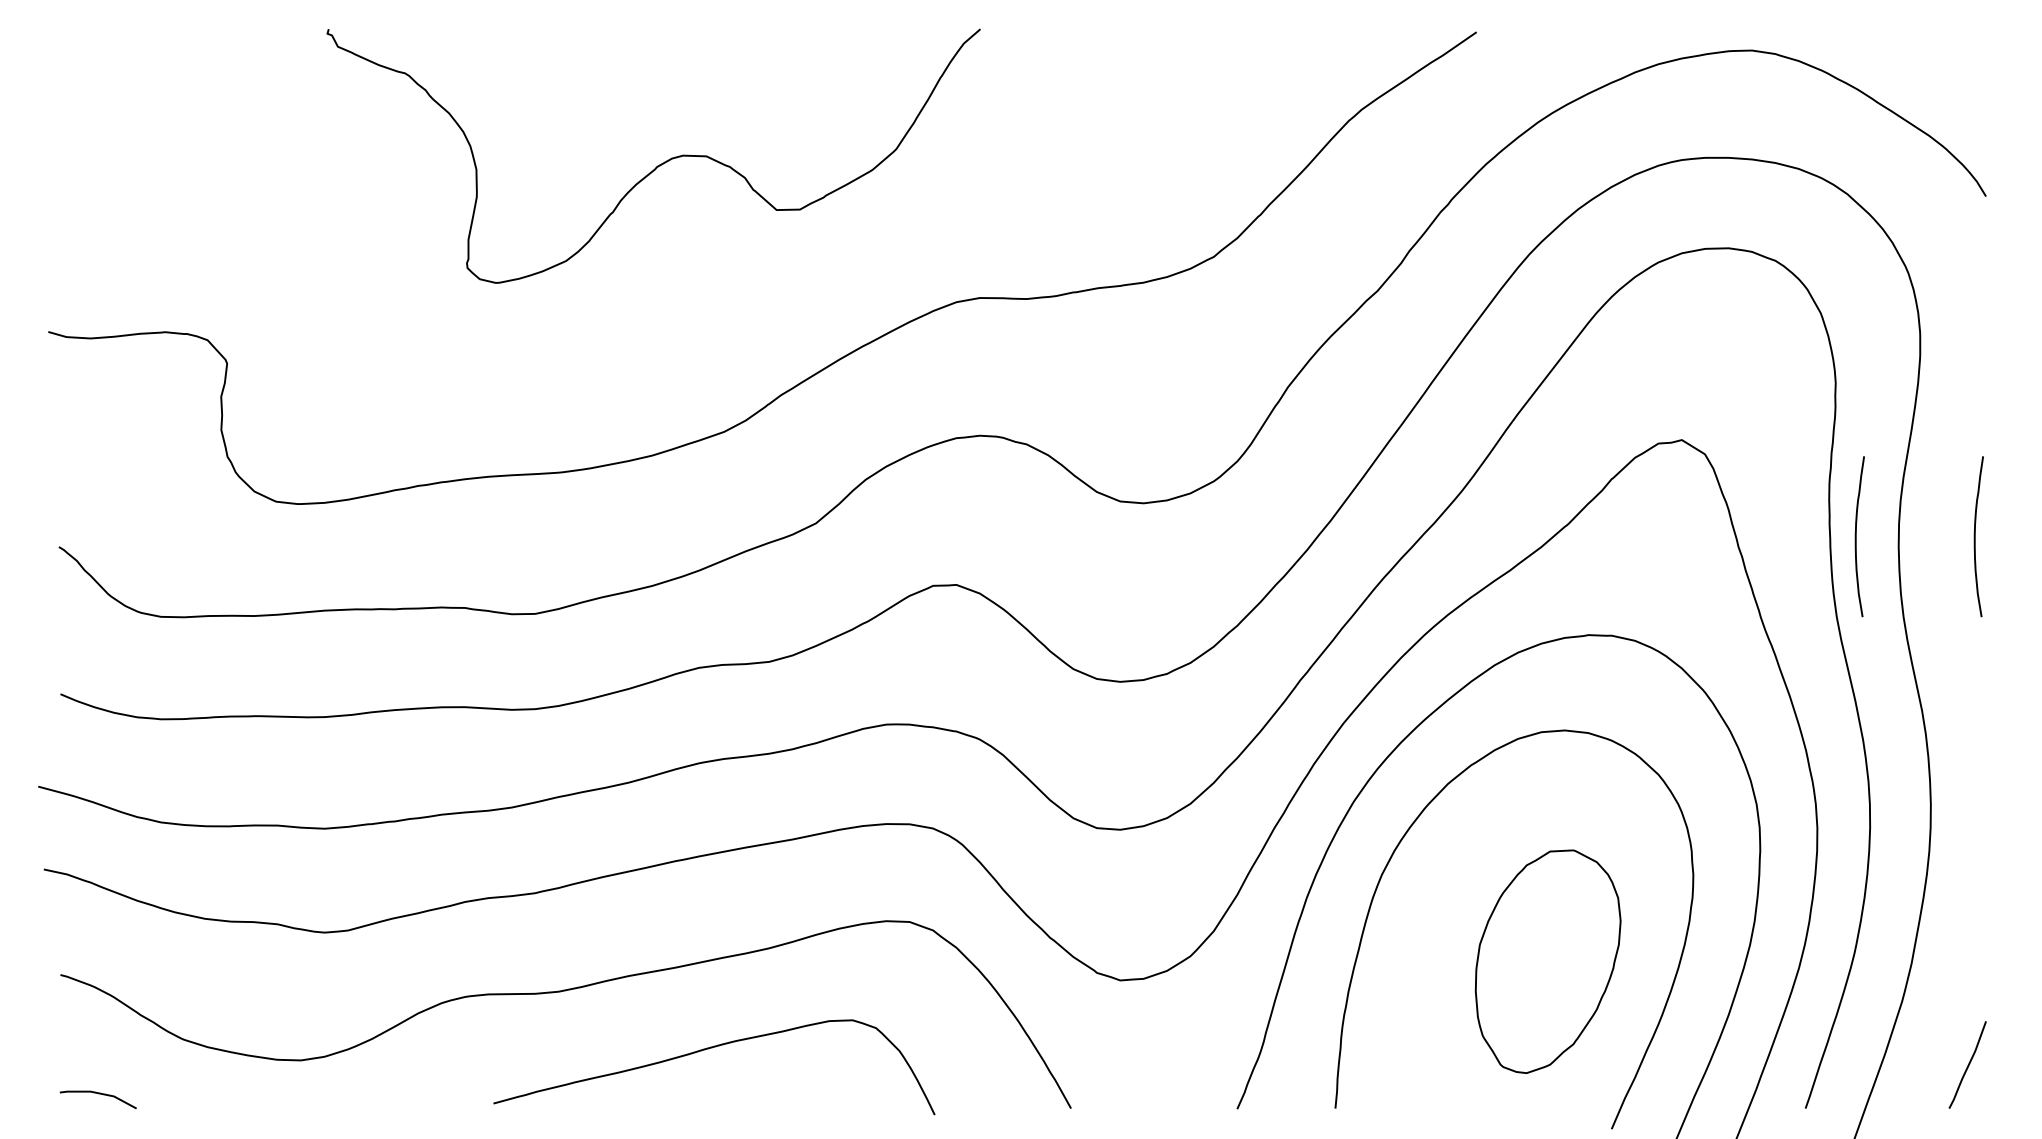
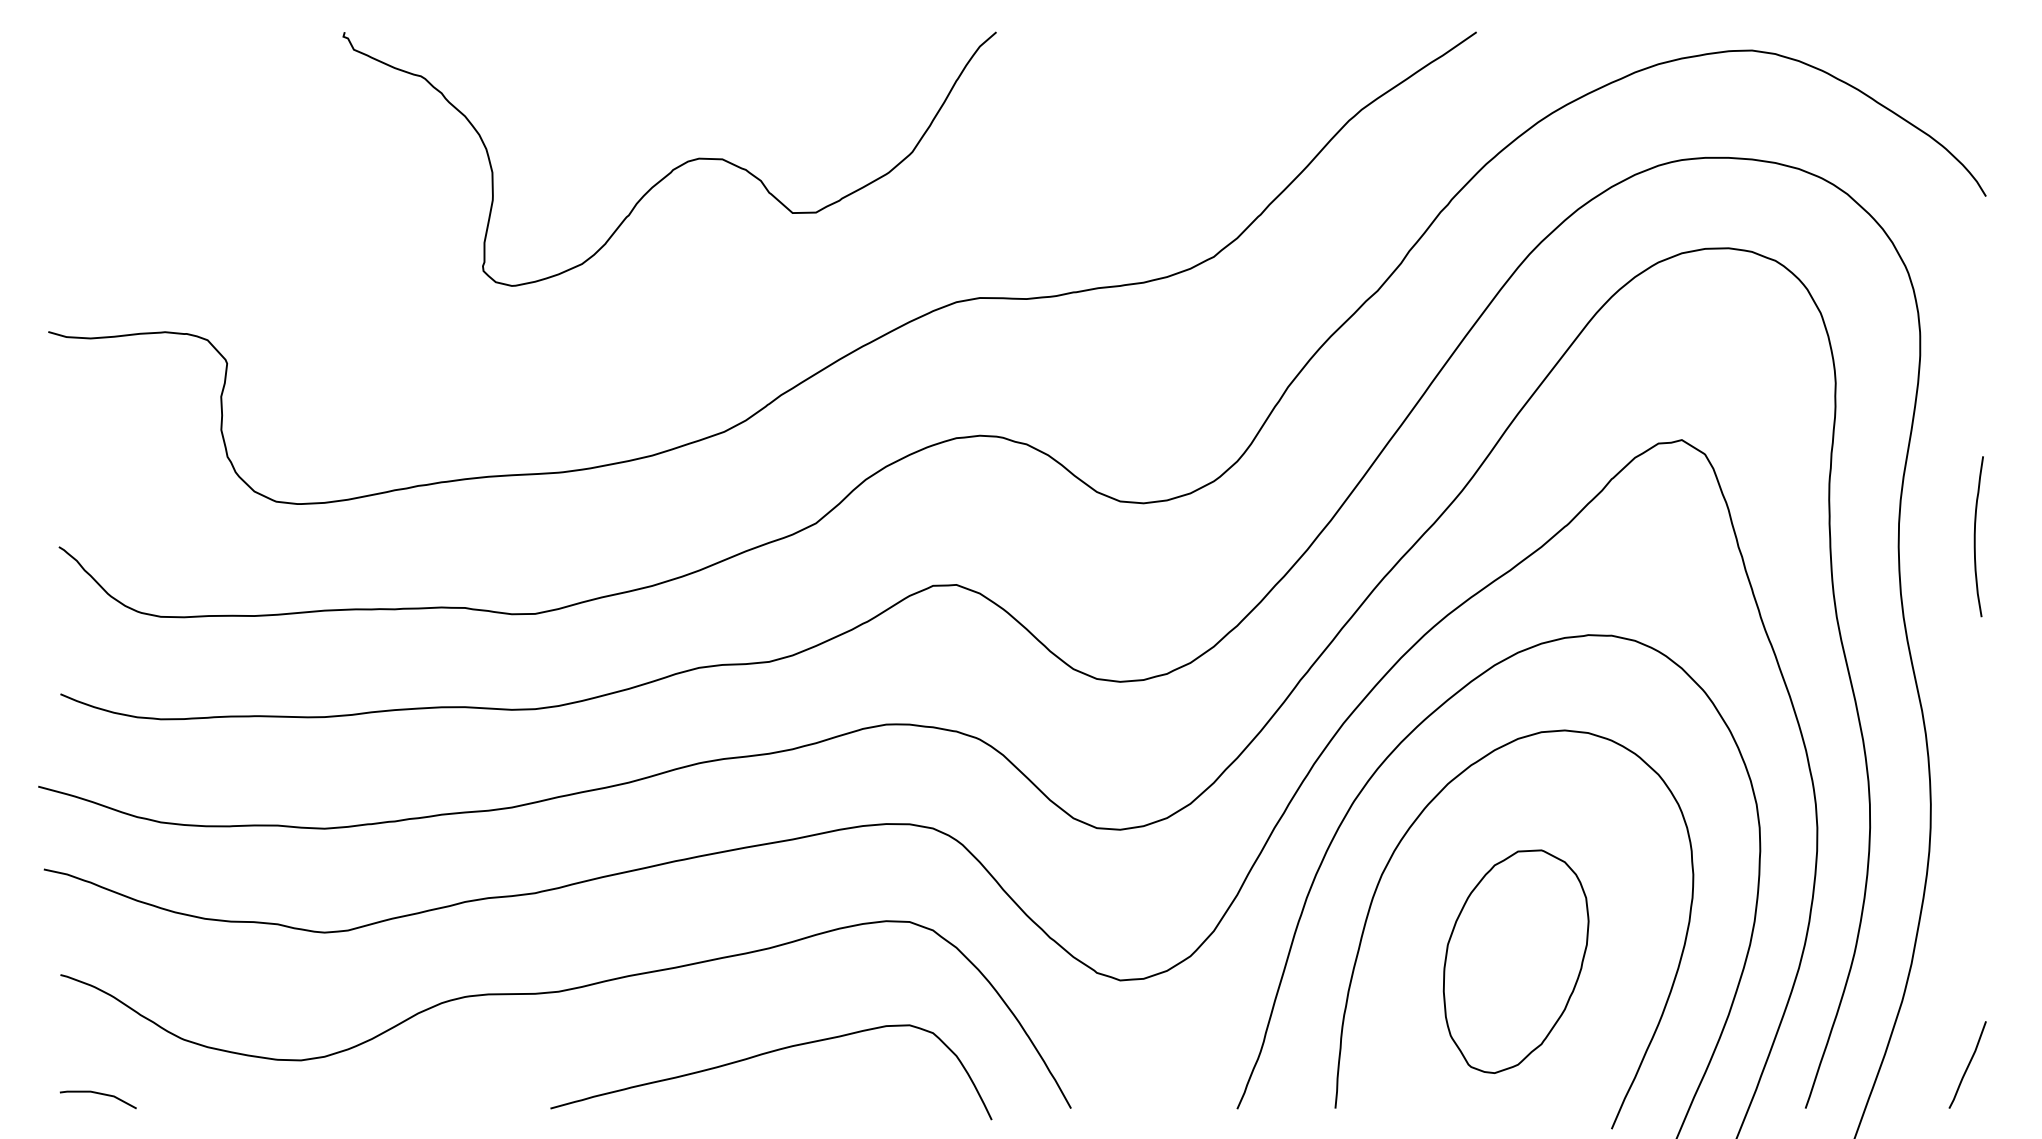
curve at (657, 165) position: (657, 165) -> (673, 168)
curve at (1856, 536): present -> none
part at (1547, 961) position: (1547, 961) -> (1515, 961)
curve at (708, 1049) position: (708, 1049) -> (765, 1054)
